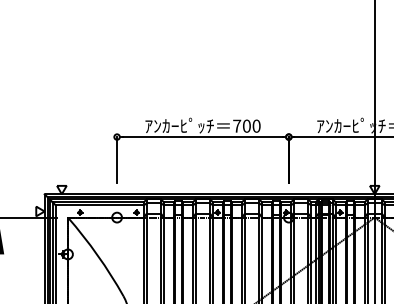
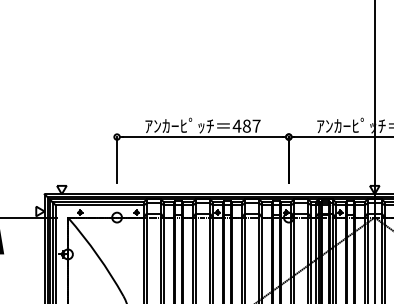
text at (246, 125): 700 -> 487
